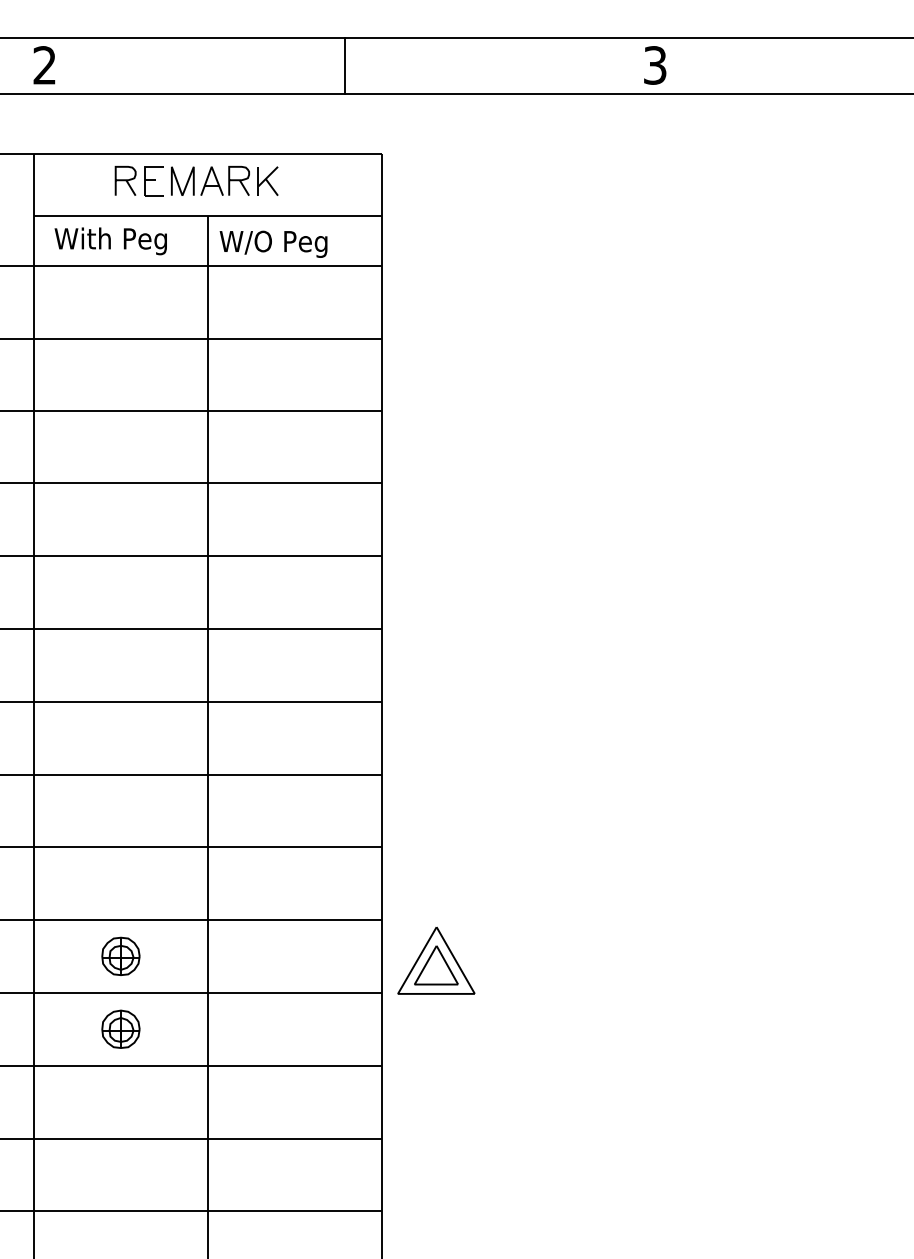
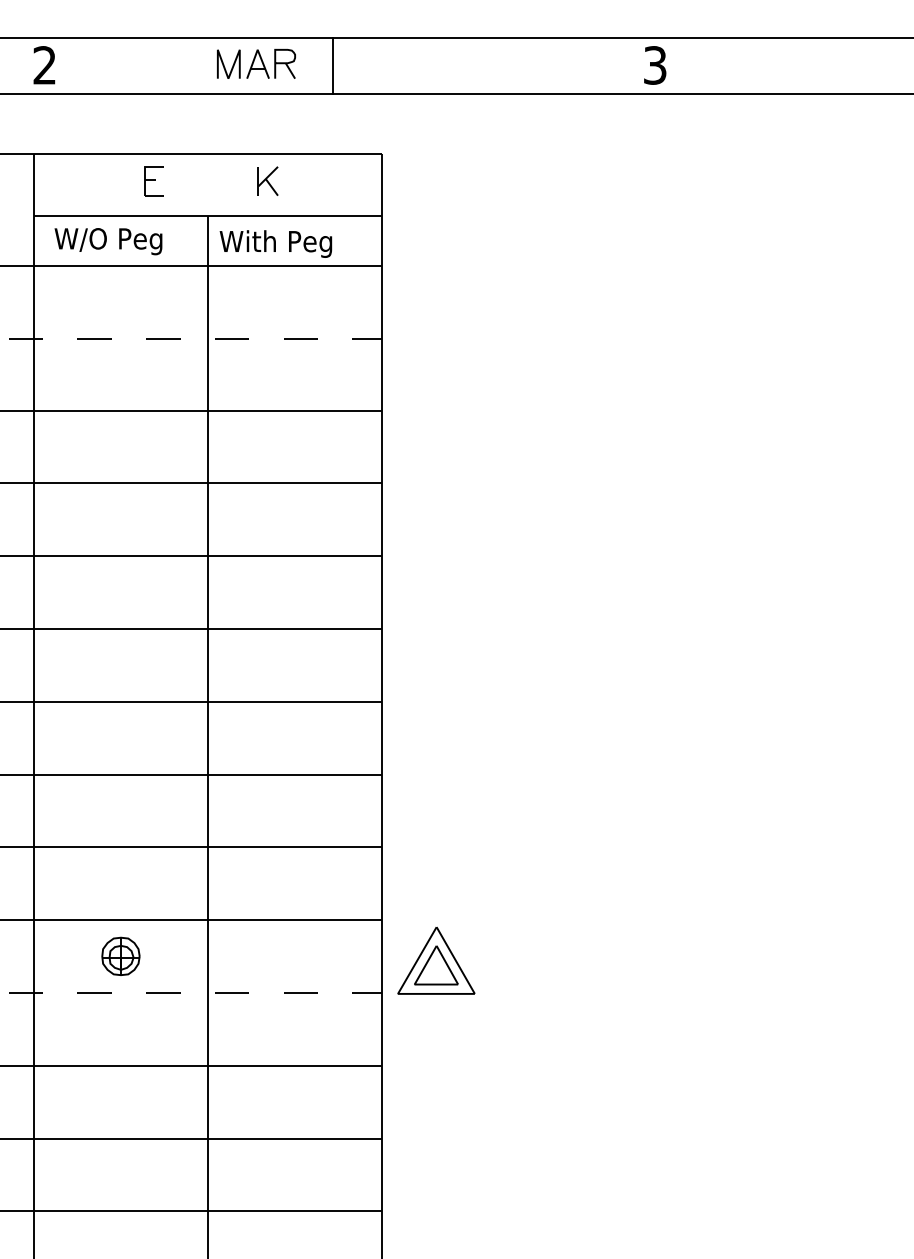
line at (344, 65) position: (344, 65) -> (332, 65)
part at (125, 180): present -> none
part at (210, 180) position: (210, 180) -> (256, 63)
text at (122, 241): With Peg -> W/O Peg
text at (288, 243): W/O Peg -> With Peg
line at (191, 338): solid -> dashed
line at (191, 993): solid -> dashed
part at (120, 1028): present -> none
